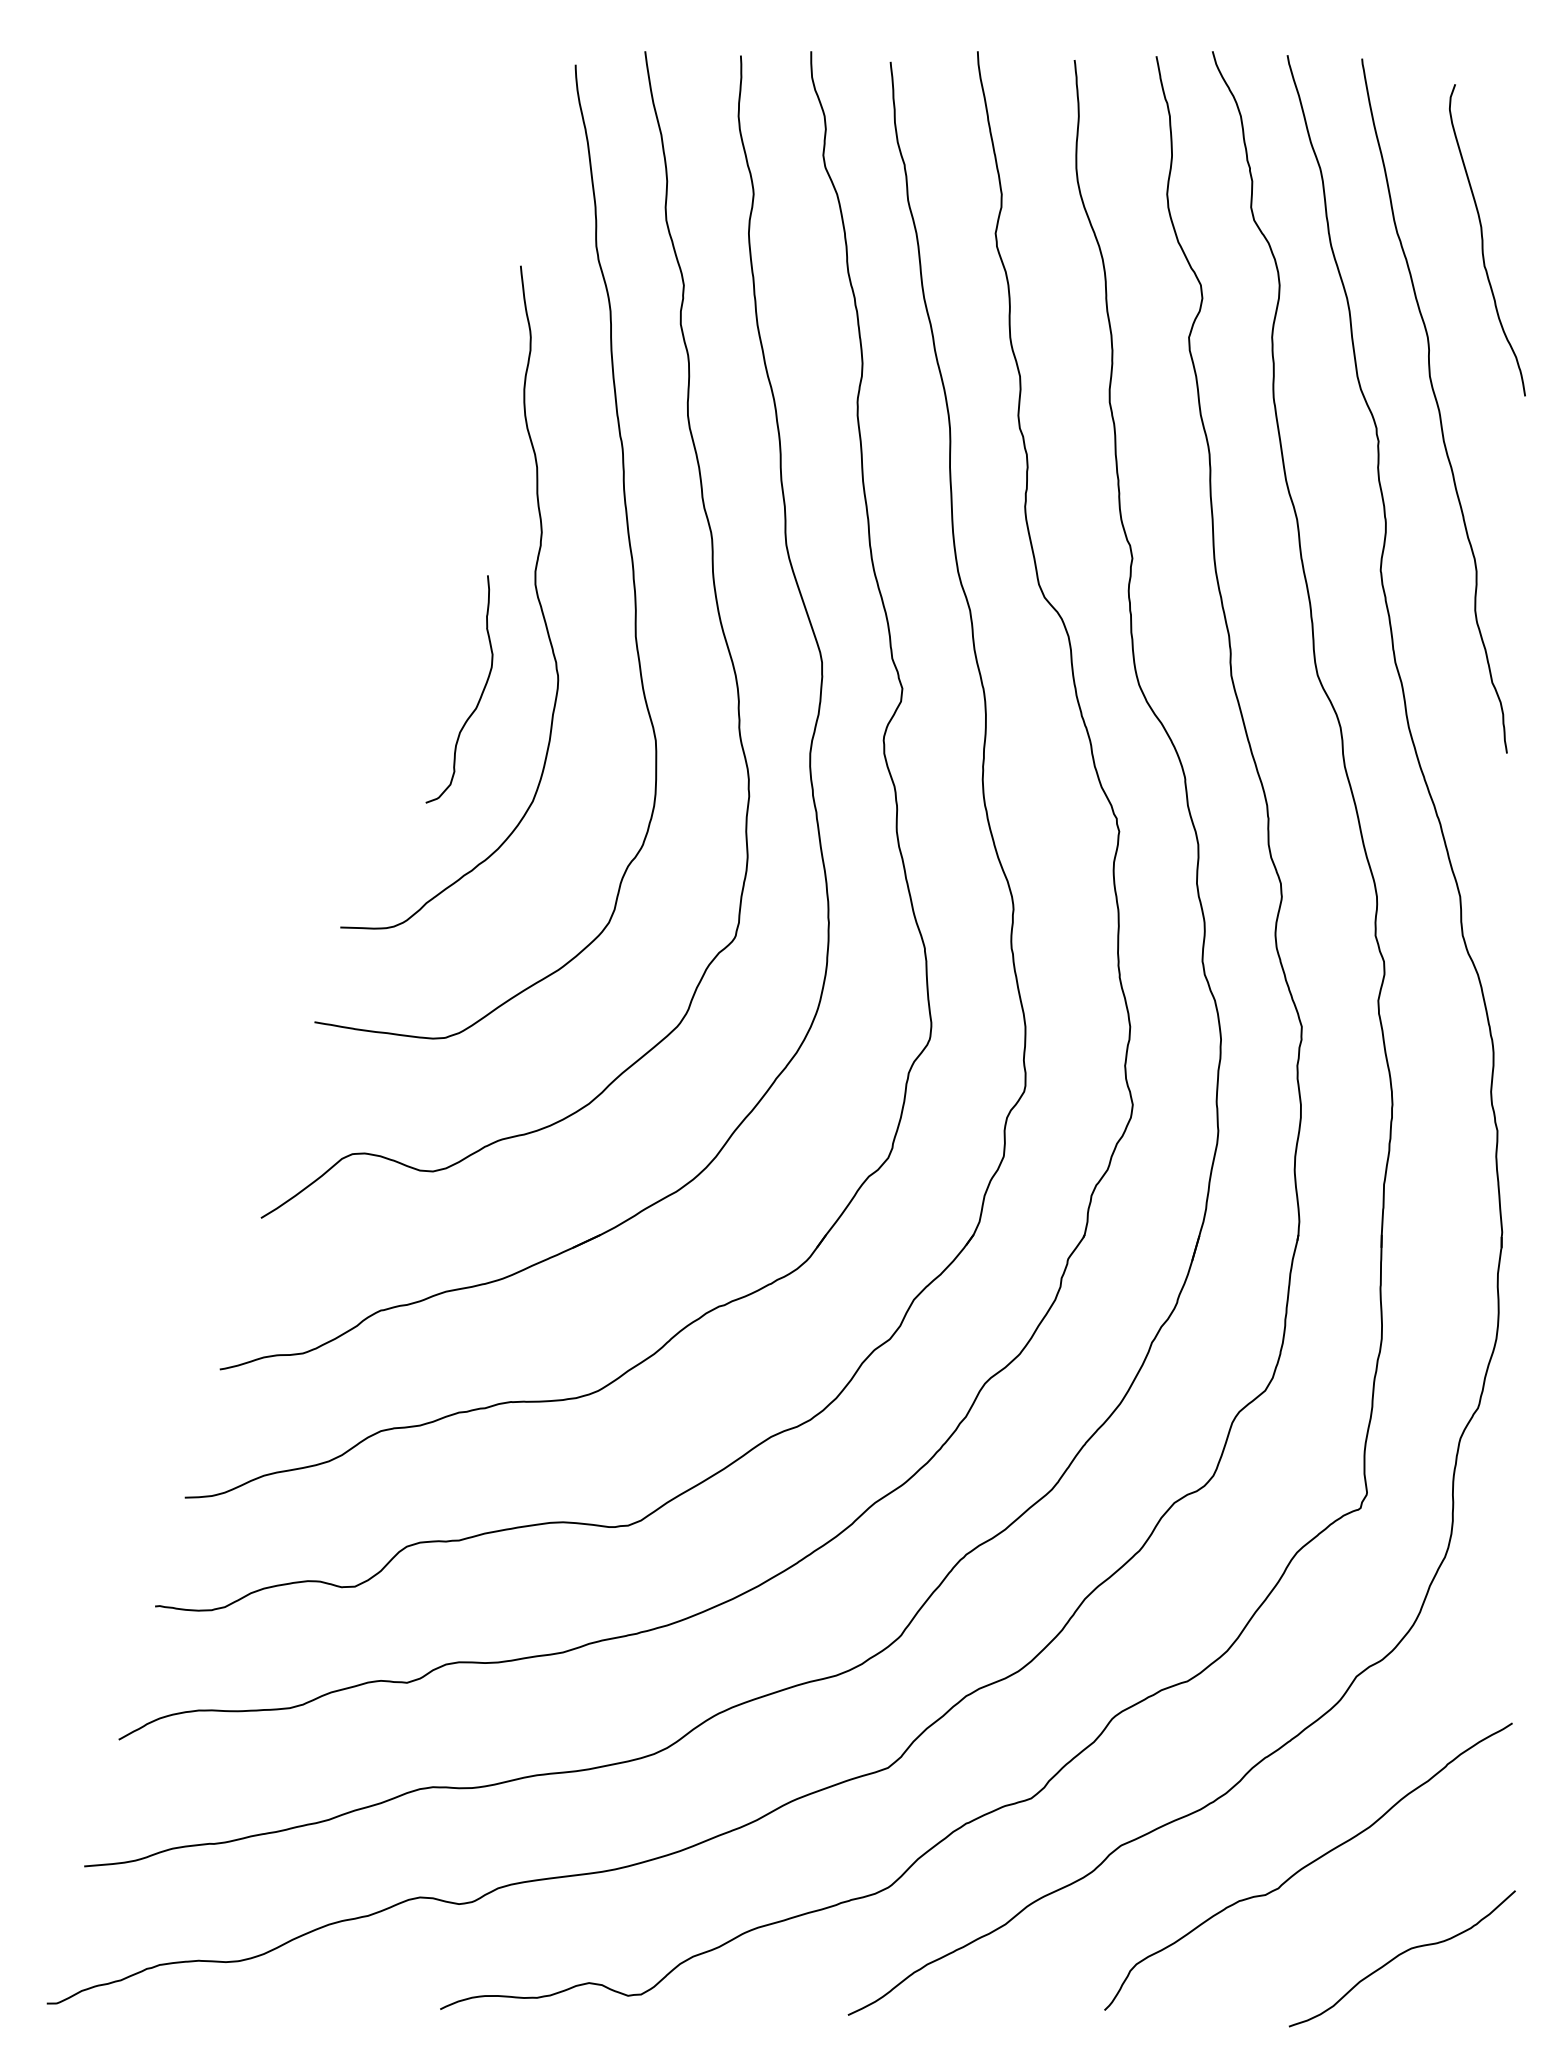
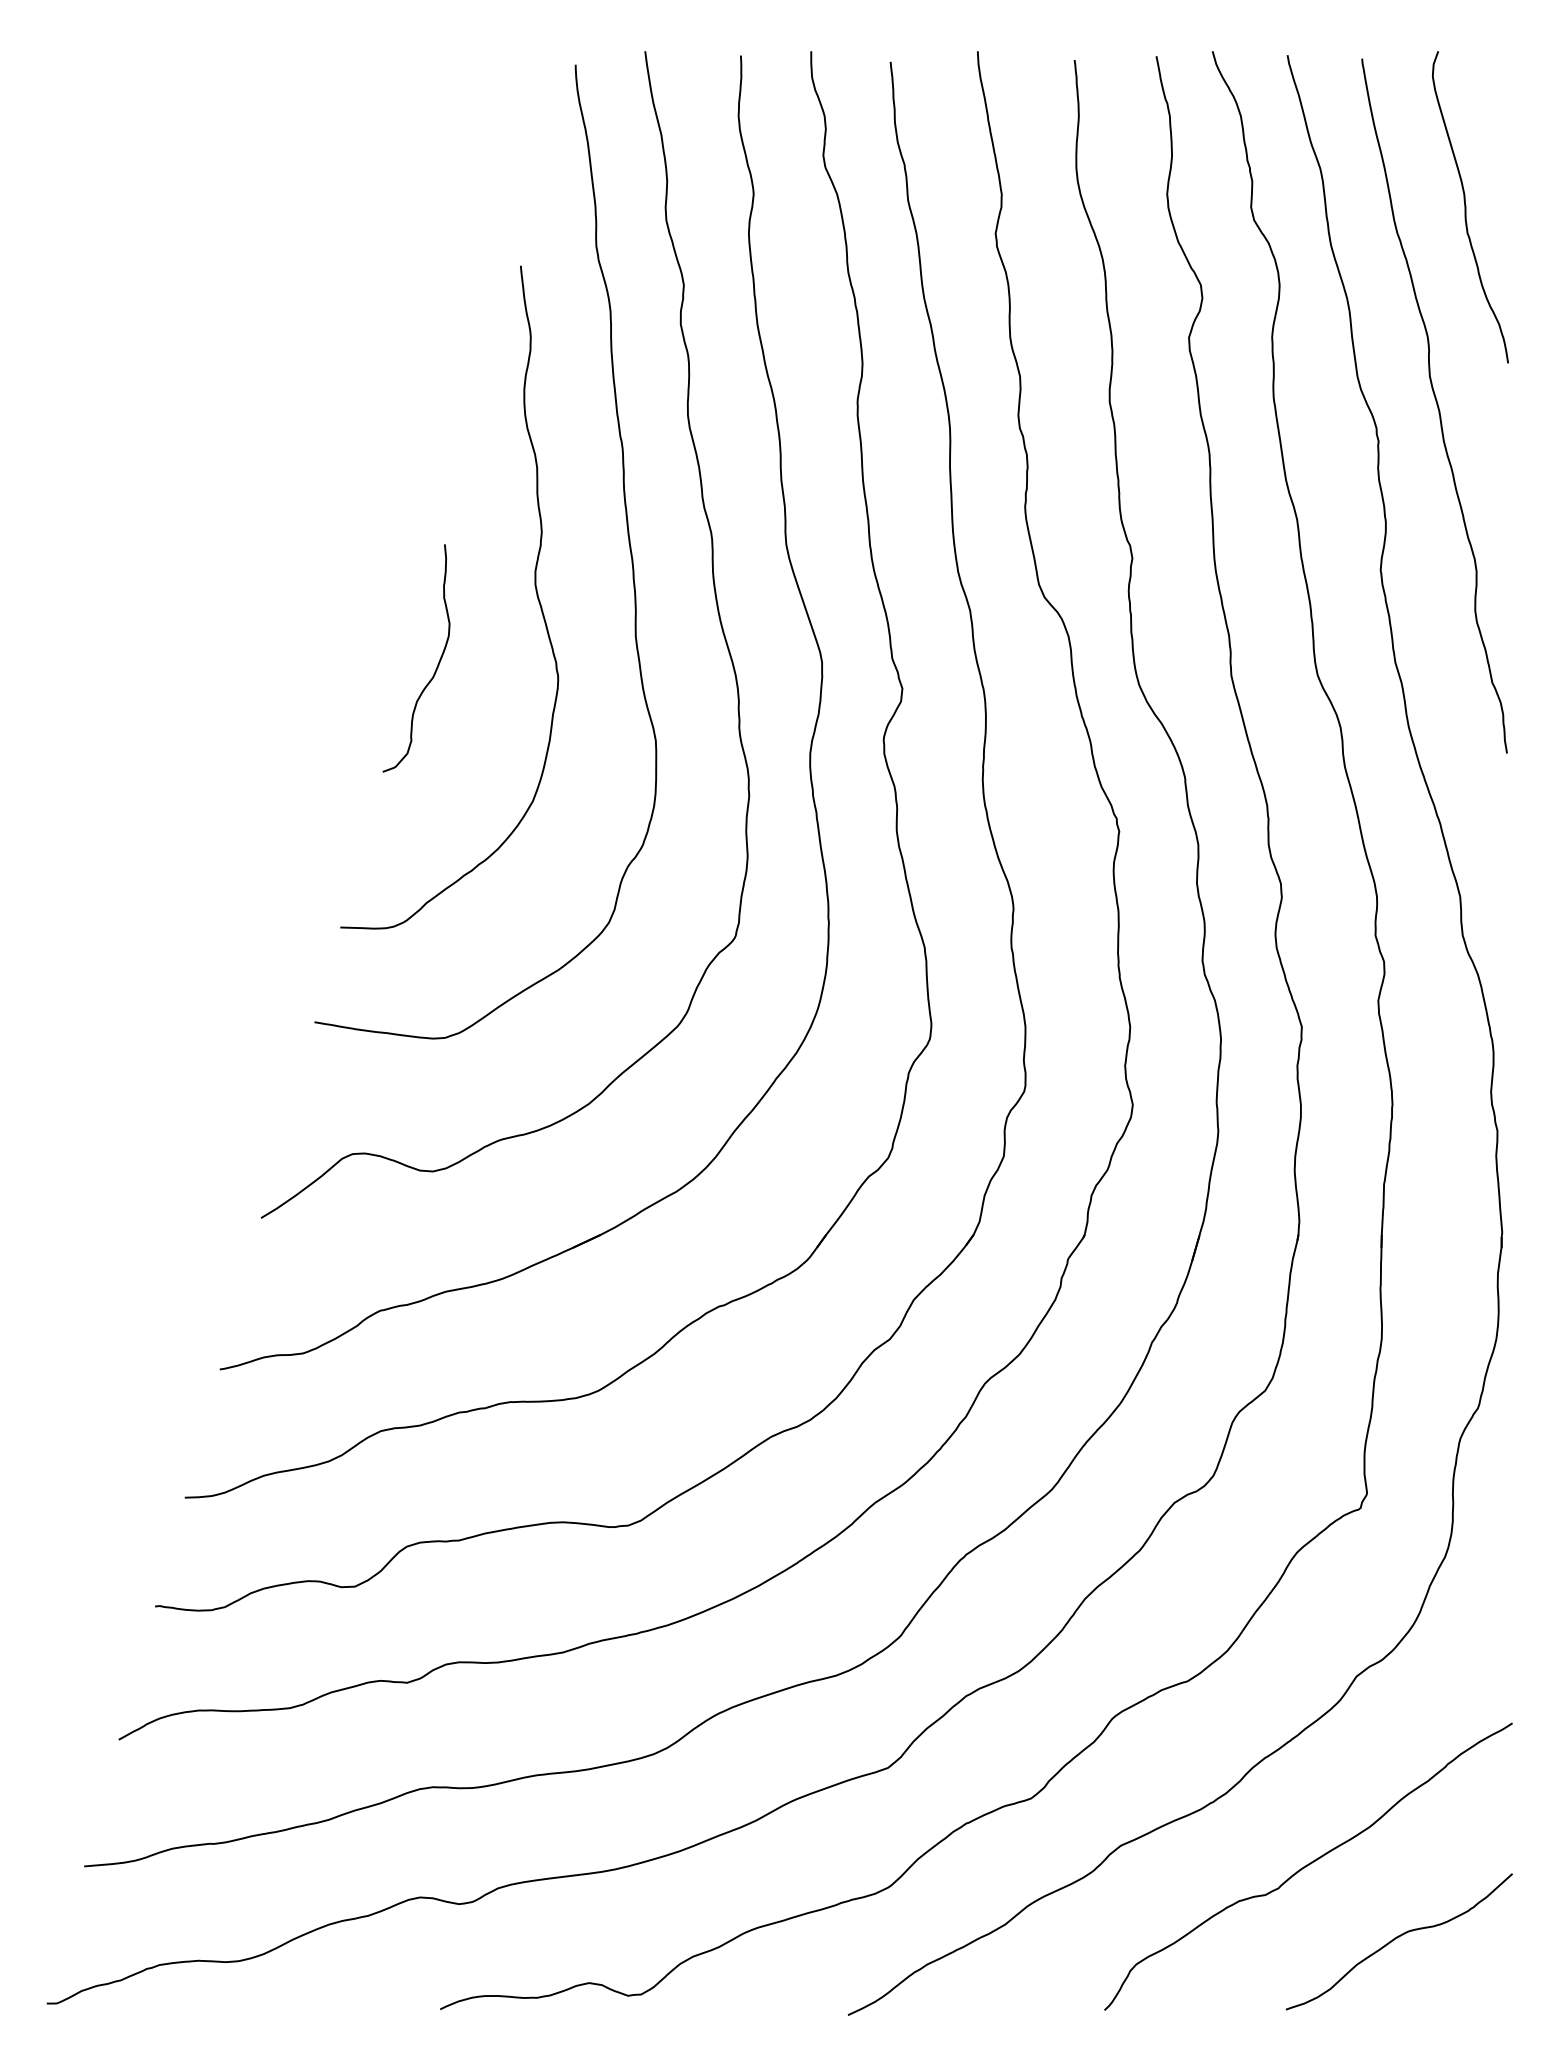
curve at (1483, 240) position: (1483, 240) -> (1466, 207)
curve at (479, 697) position: (479, 697) -> (436, 666)
curve at (1400, 1955) position: (1400, 1955) -> (1397, 1938)
